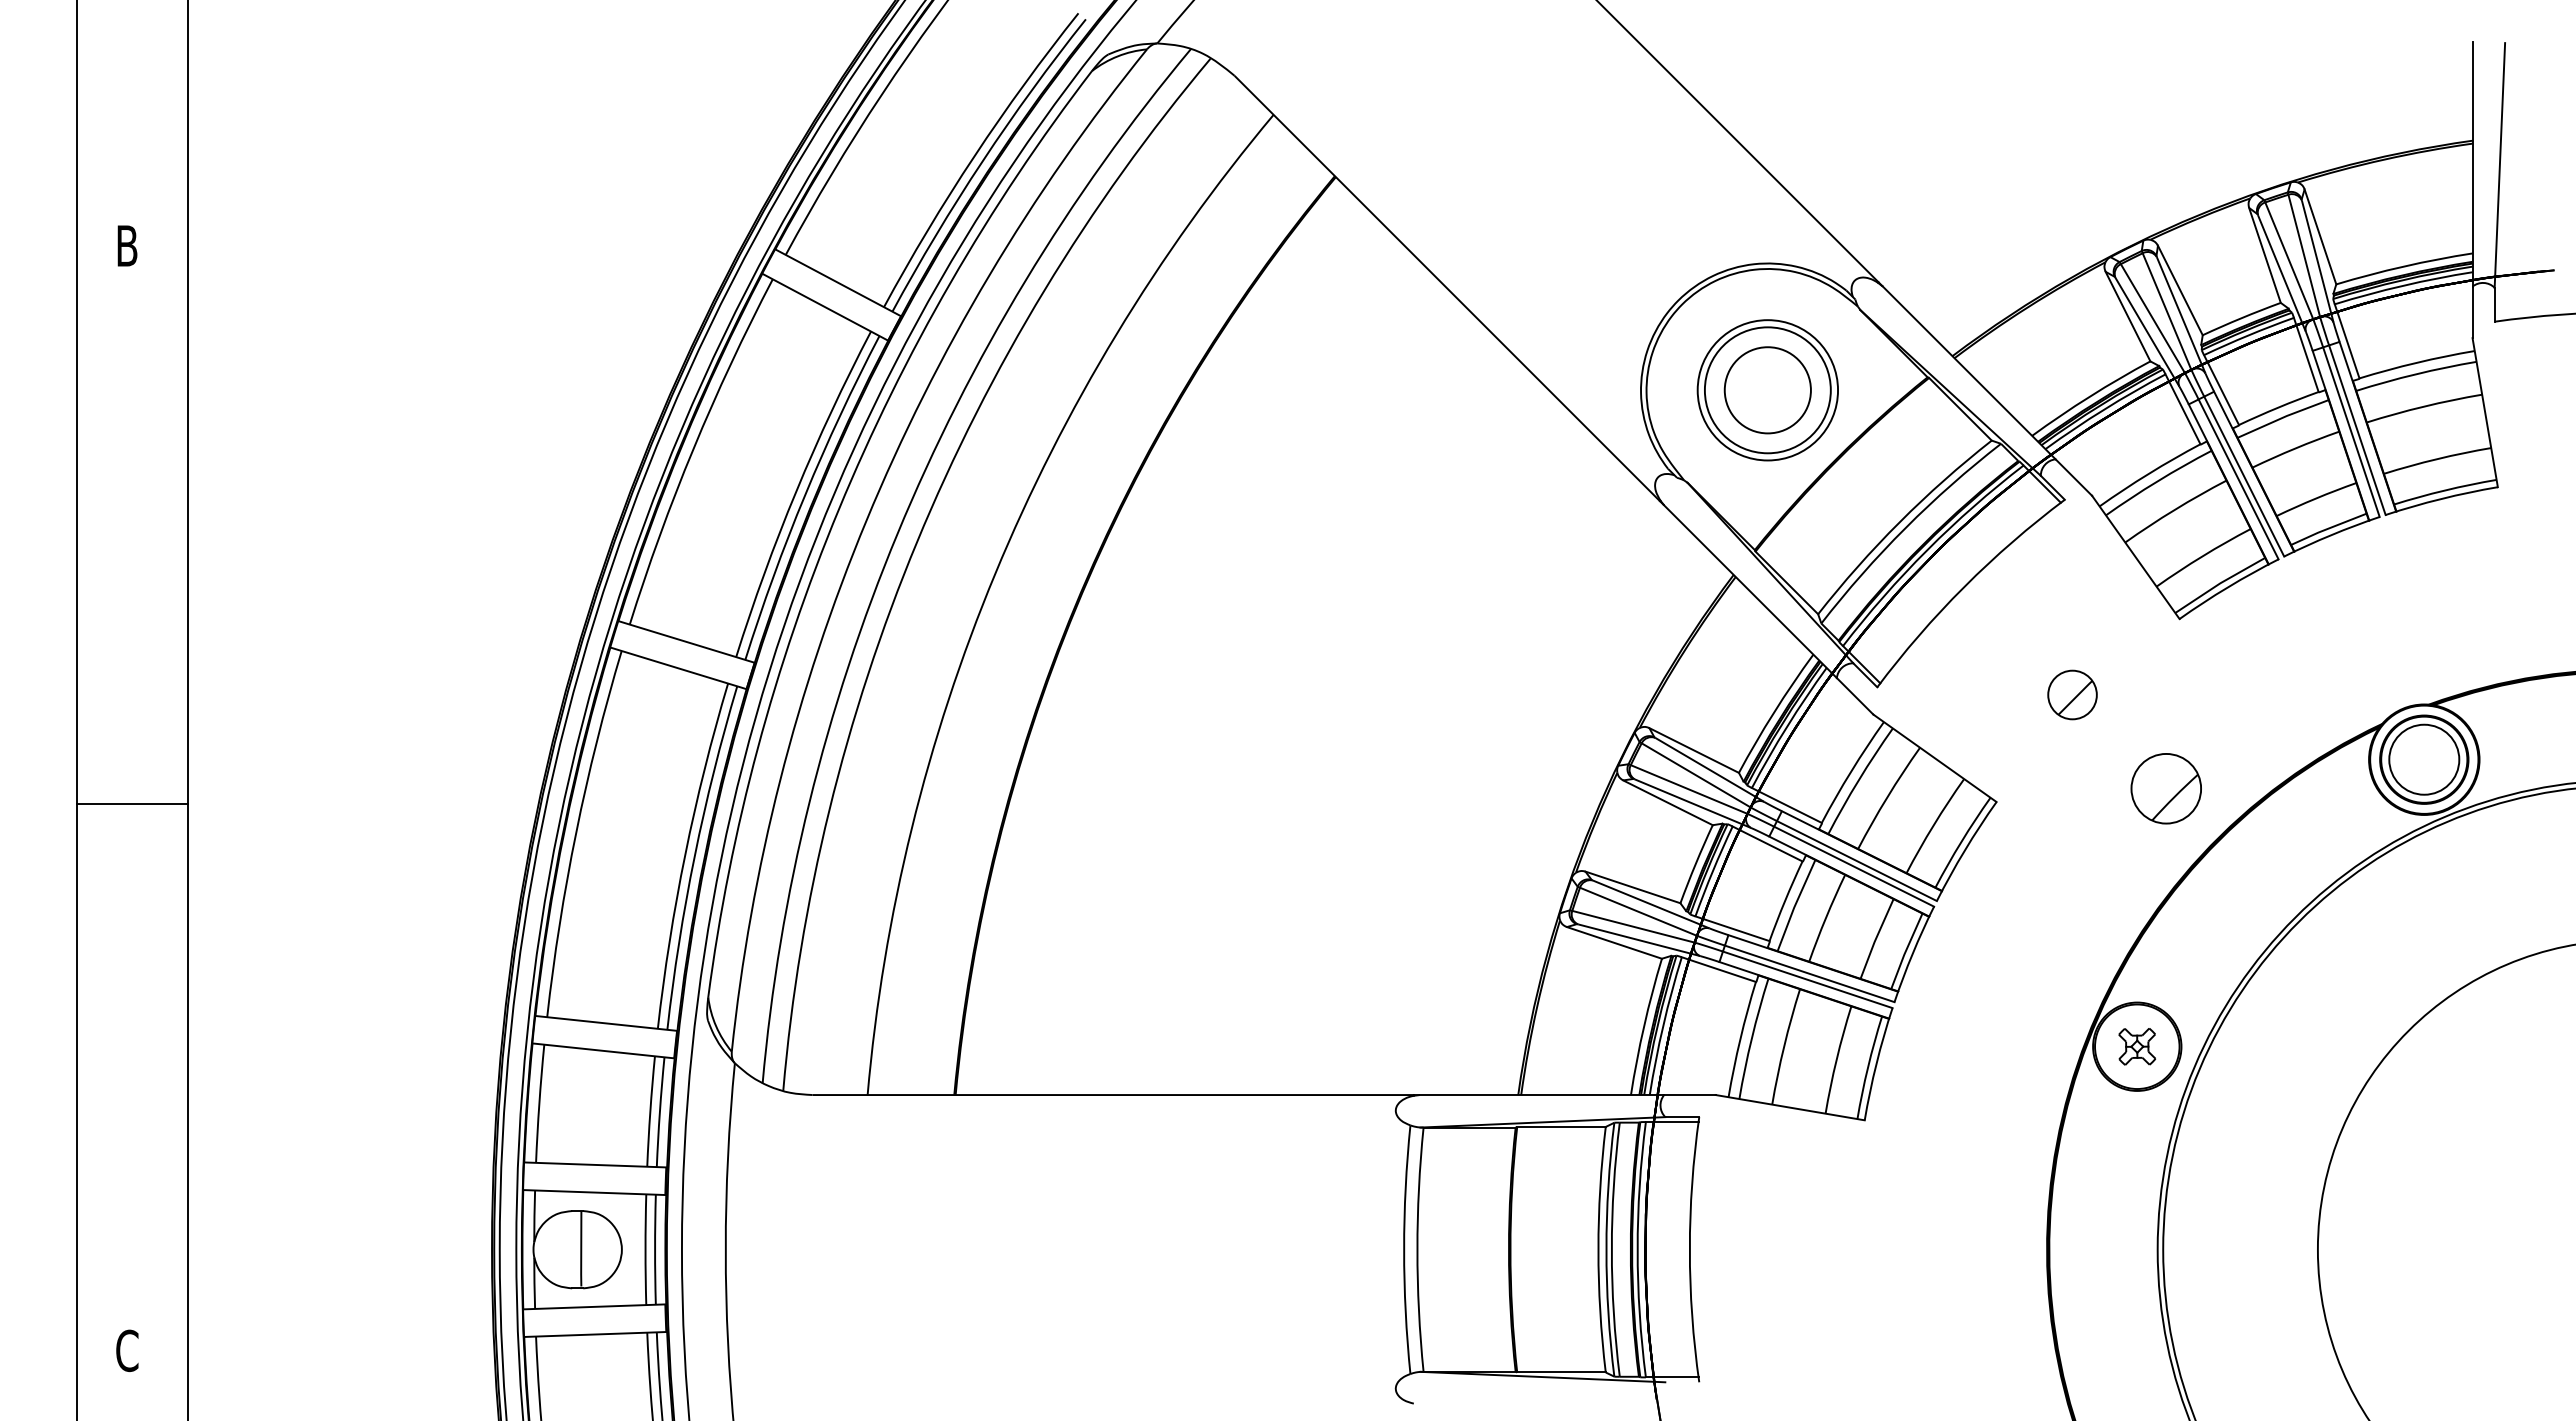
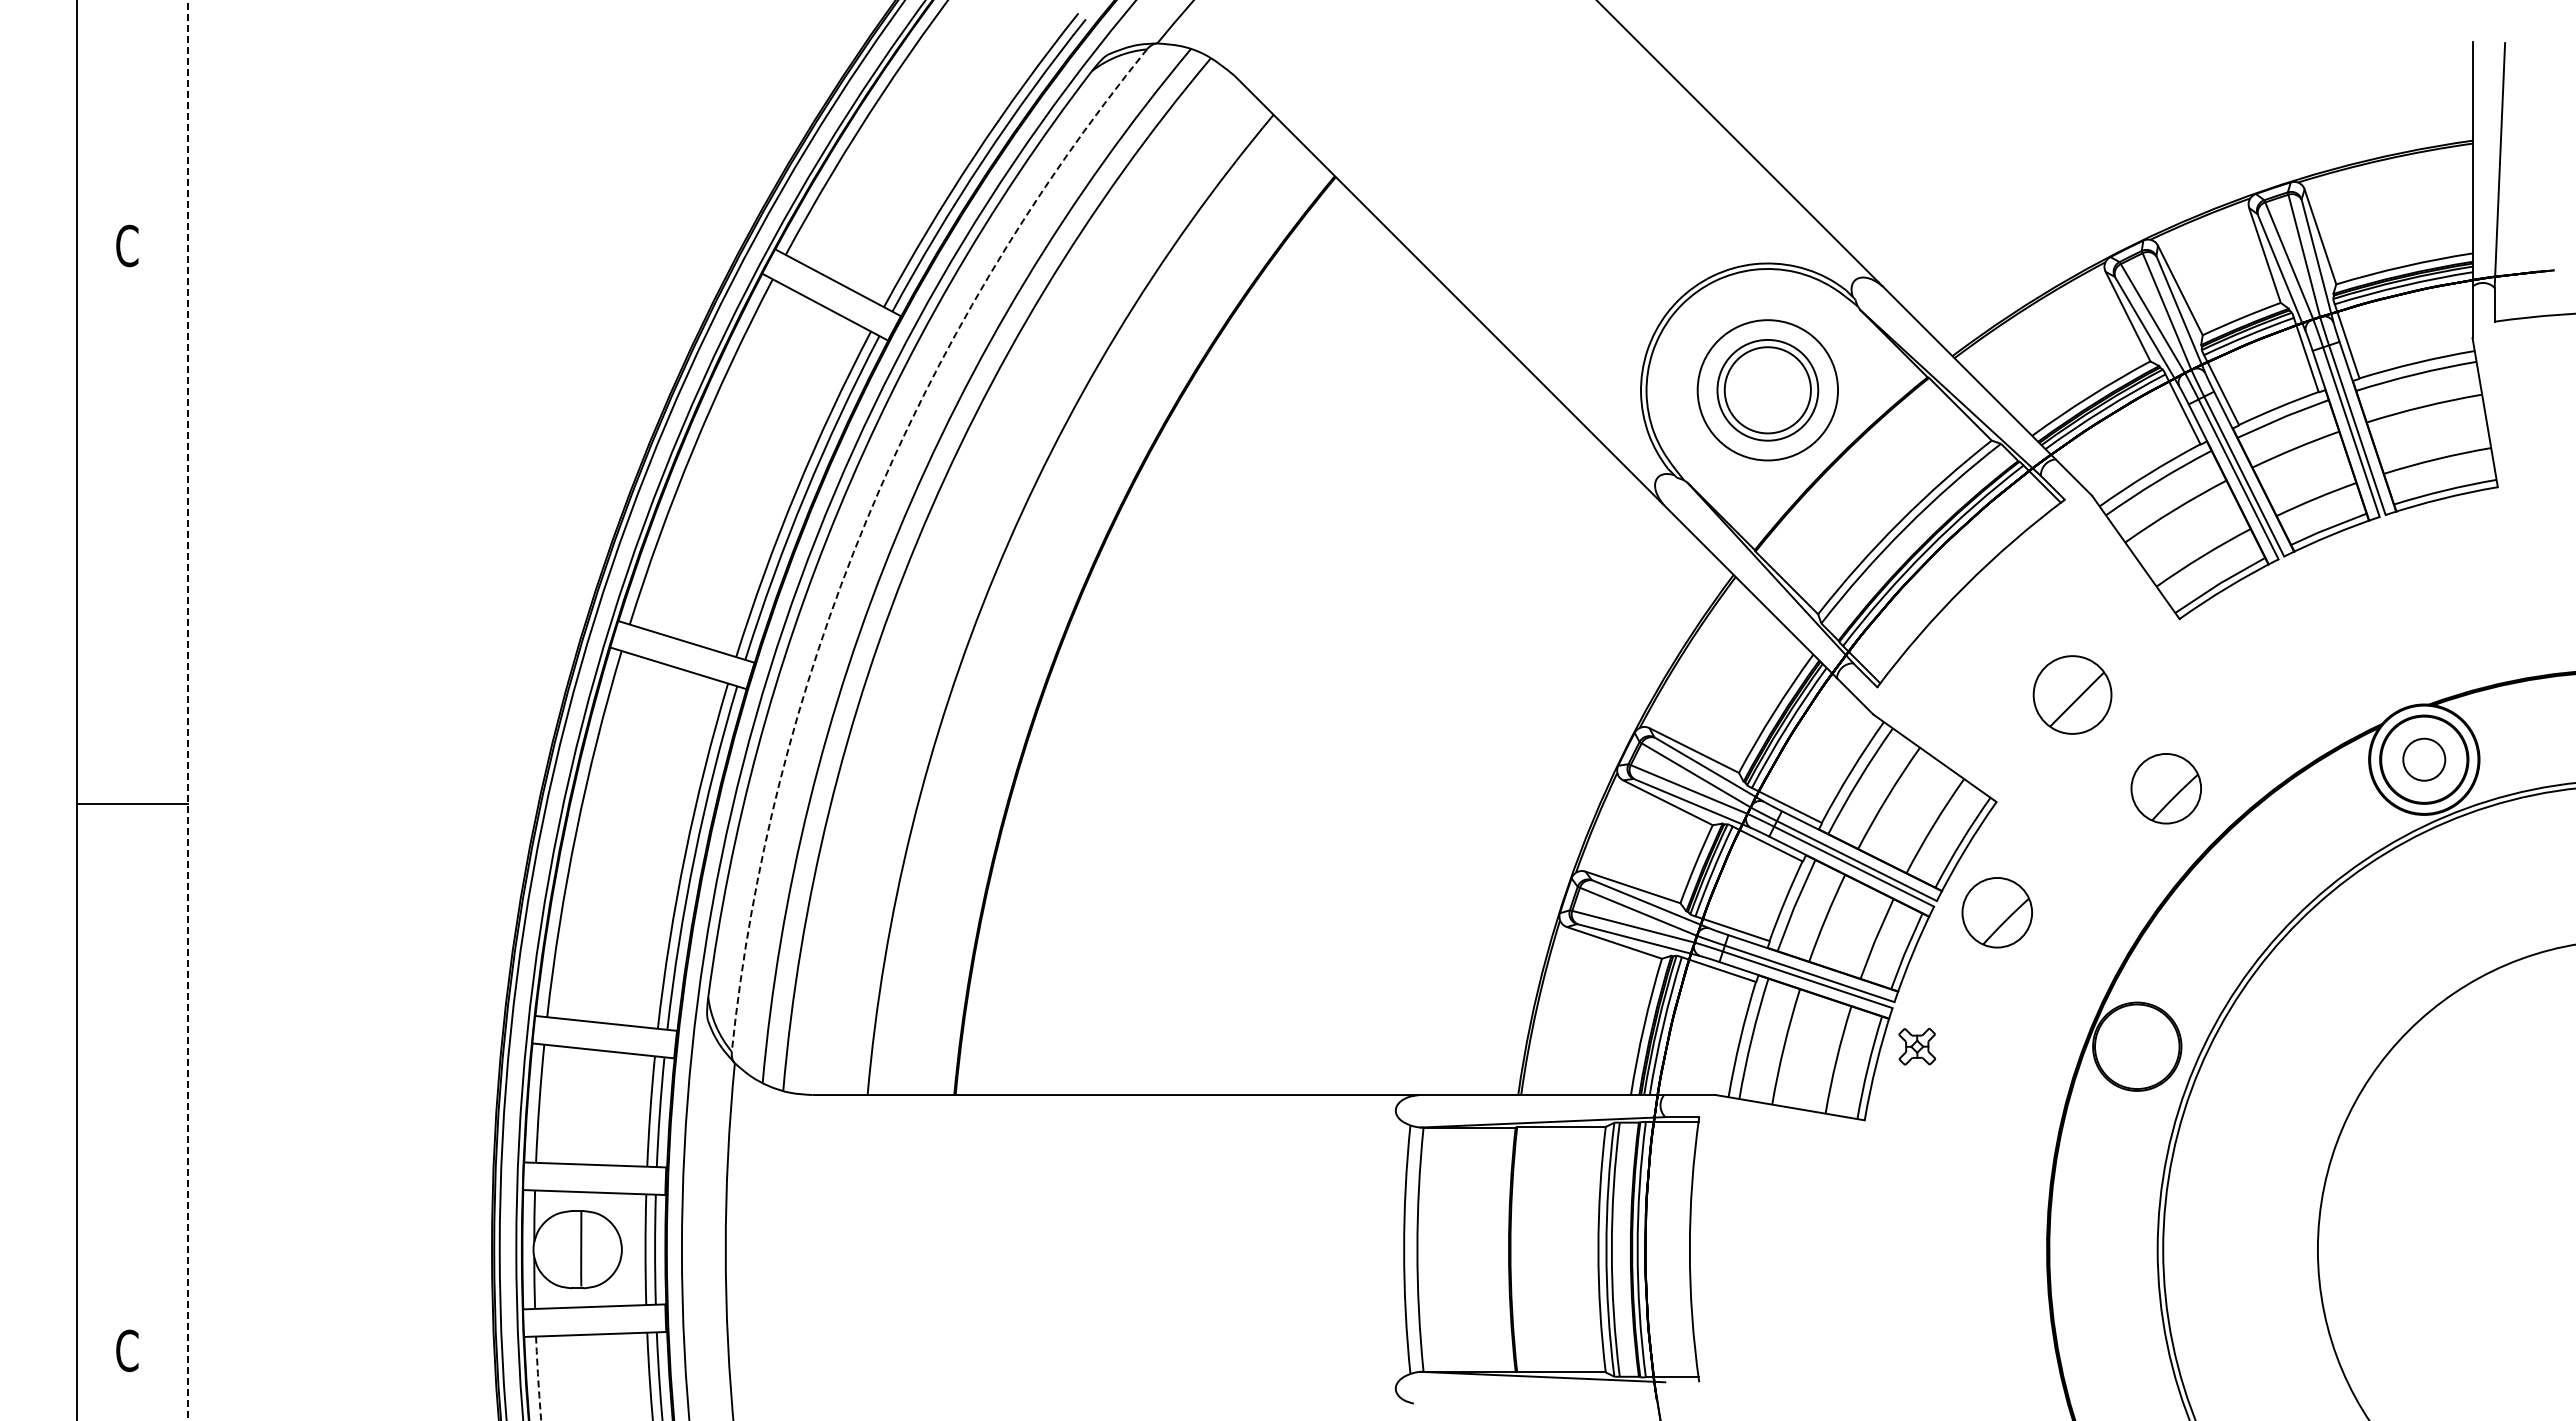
text at (127, 245): B -> C
circle at (1767, 390) diameter: 126 px -> 101 px
arc at (866, 520): solid -> dashed
part at (2072, 694) size: 51x52 px -> 81x80 px
line at (187, 710): solid -> dashed
circle at (2424, 759) diameter: 70 px -> 42 px
part at (1996, 912): none -> present
part at (2136, 1046) position: (2136, 1046) -> (1916, 1046)
arc at (538, 1378): solid -> dashed
